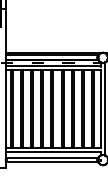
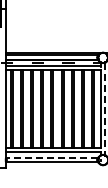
line at (105, 109): solid -> dashed
line at (51, 157): solid -> dashed
